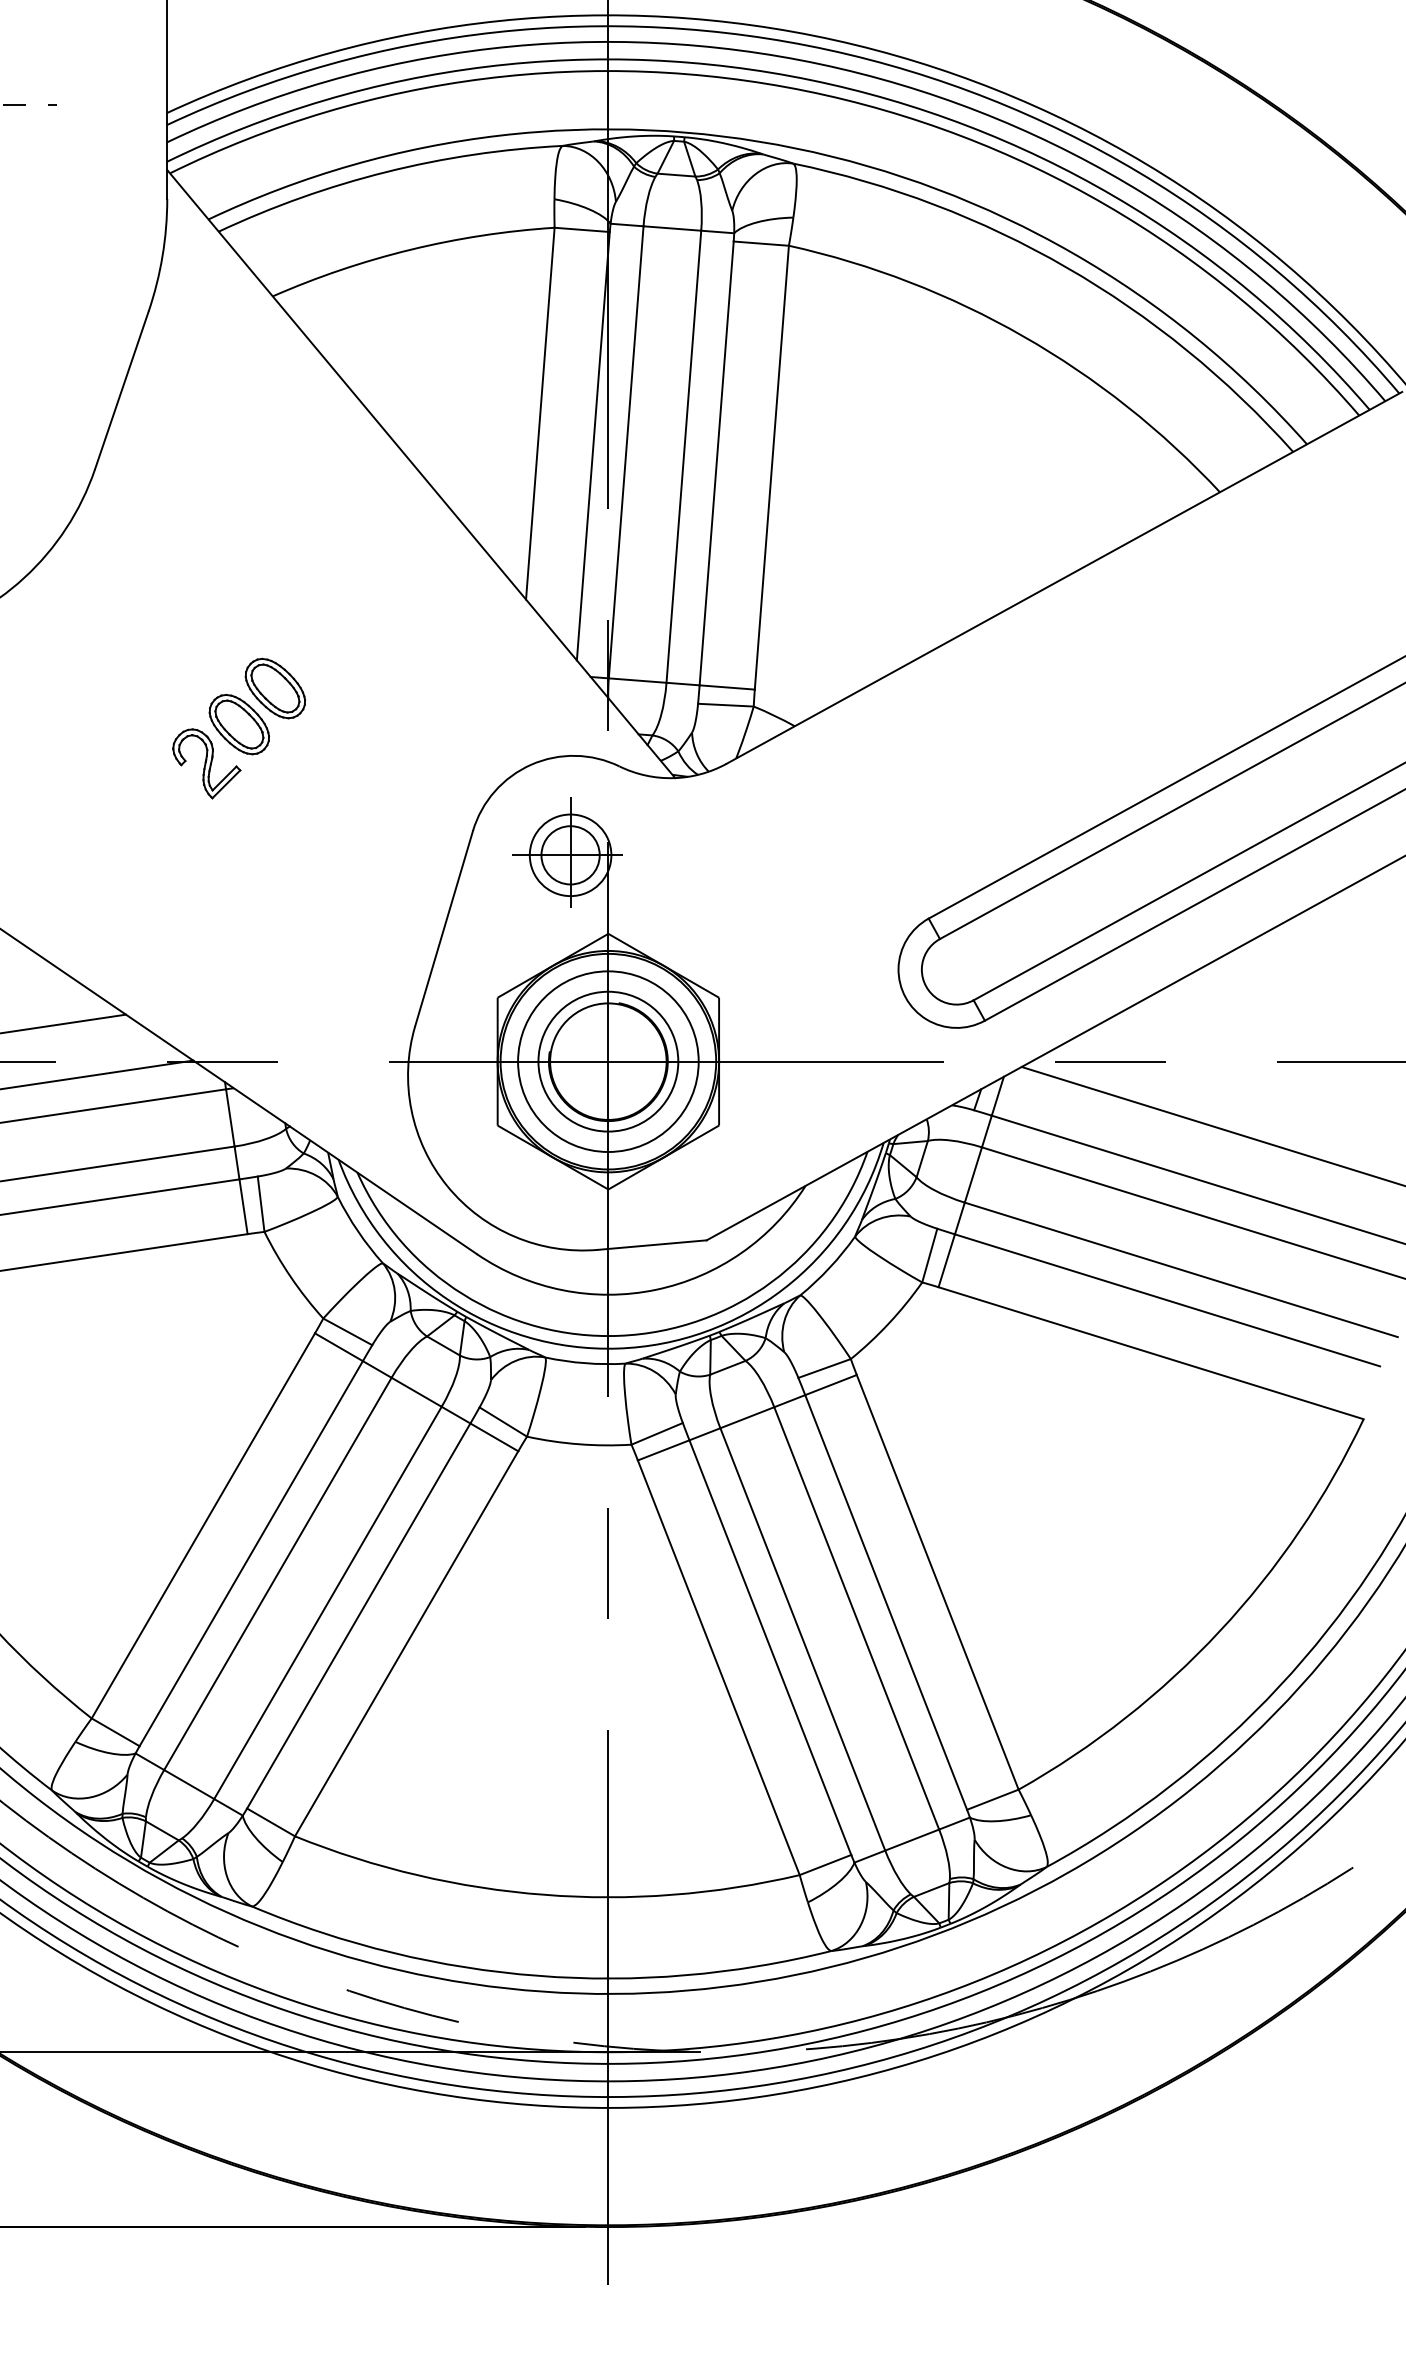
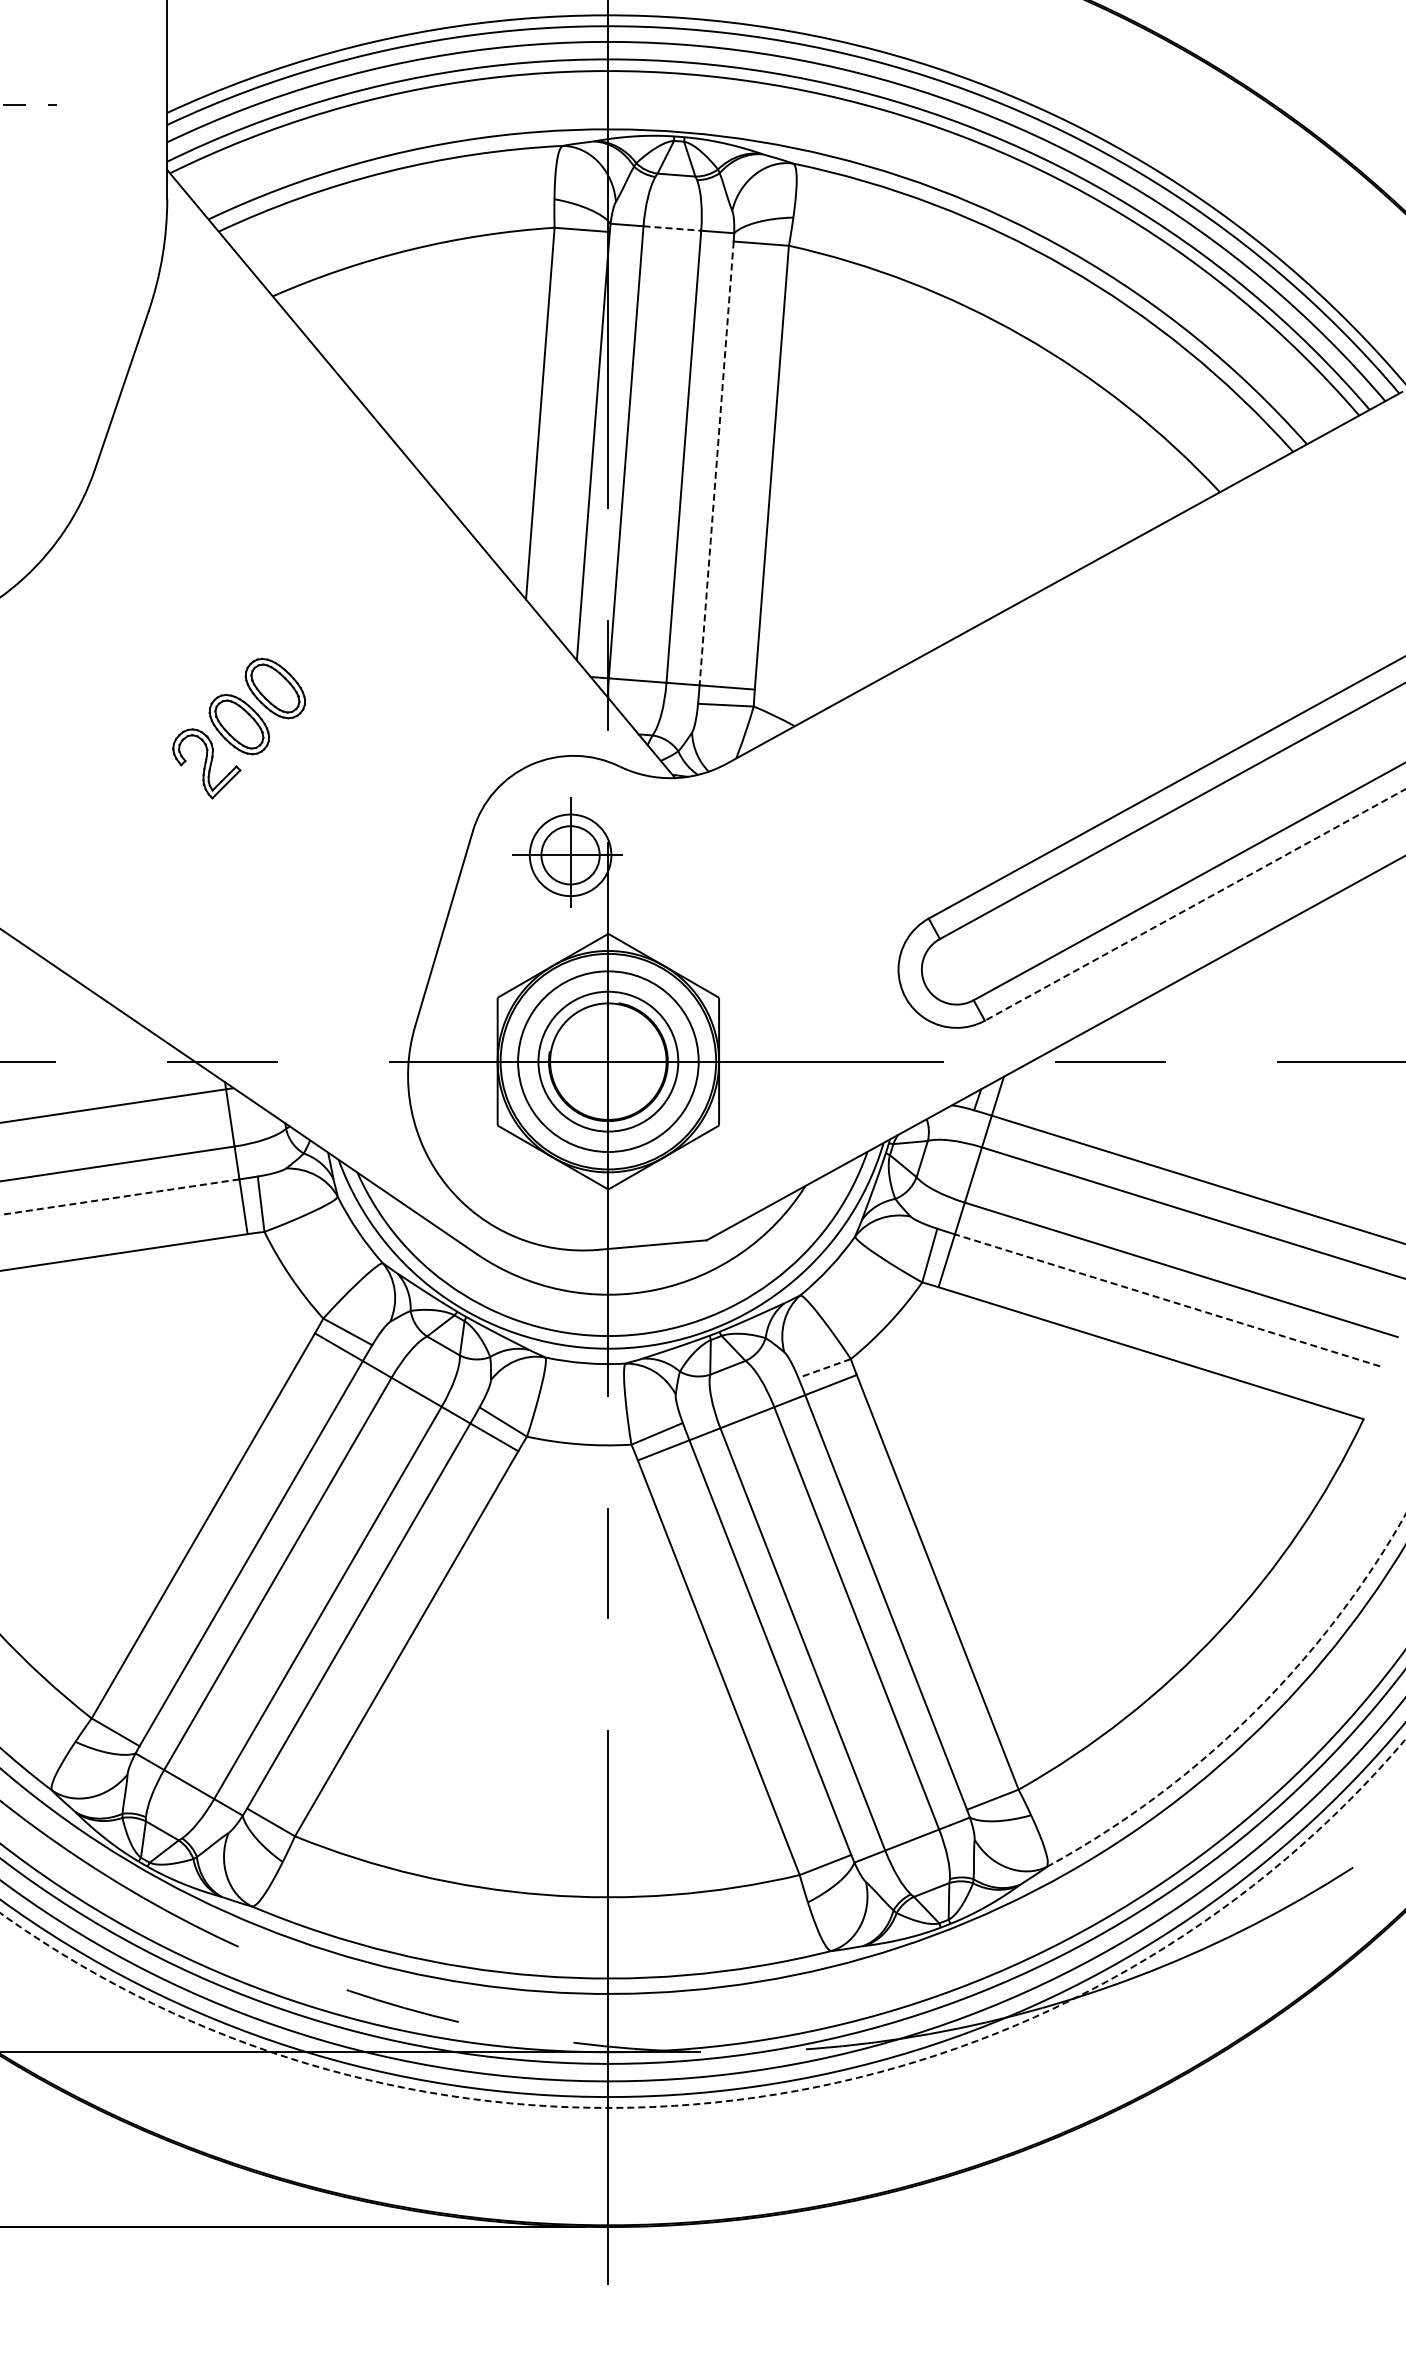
line at (672, 228): solid -> dashed
line at (716, 463): solid -> dashed
line at (1195, 905): solid -> dashed
line at (64, 1023): present -> none
line at (97, 1074): present -> none
line at (1211, 1125): present -> none
line at (120, 1197): solid -> dashed
line at (1167, 1300): solid -> dashed
line at (824, 1368): solid -> dashed
arc at (1250, 1715): solid -> dashed
arc at (736, 2100): solid -> dashed
